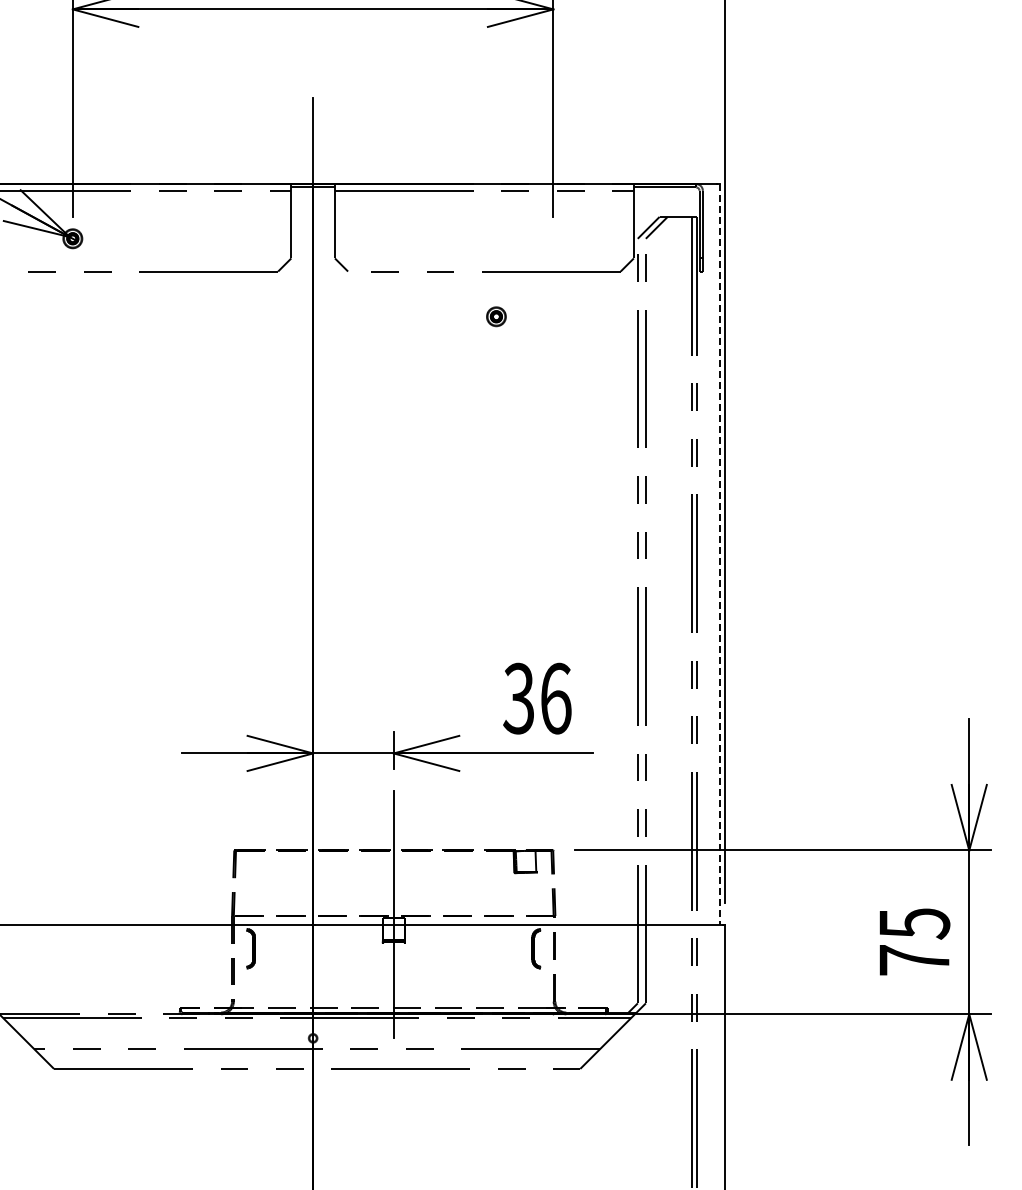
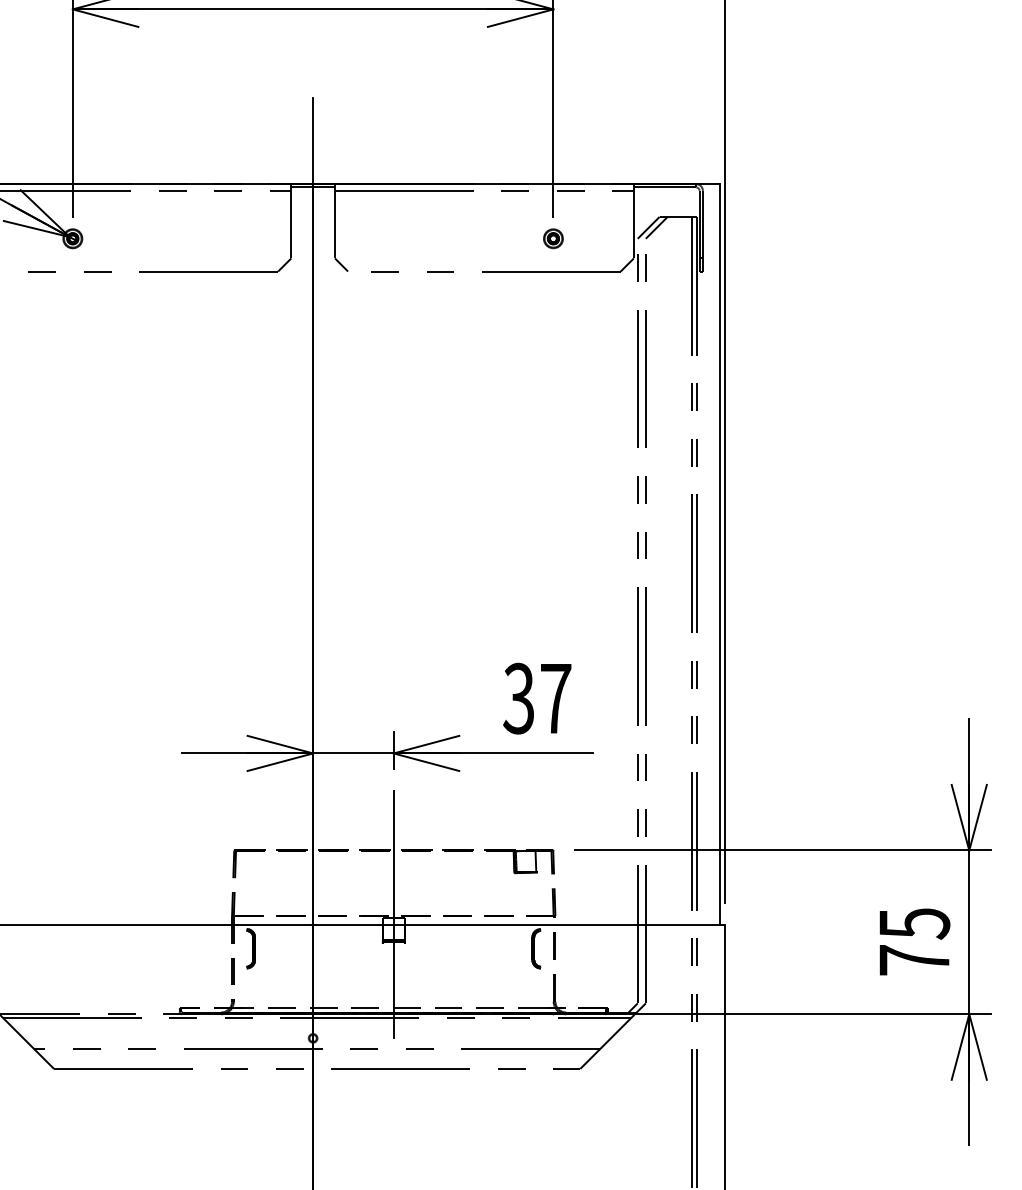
part at (496, 316) position: (496, 316) -> (553, 238)
line at (719, 554): dashed -> solid
text at (556, 698): 36 -> 37
